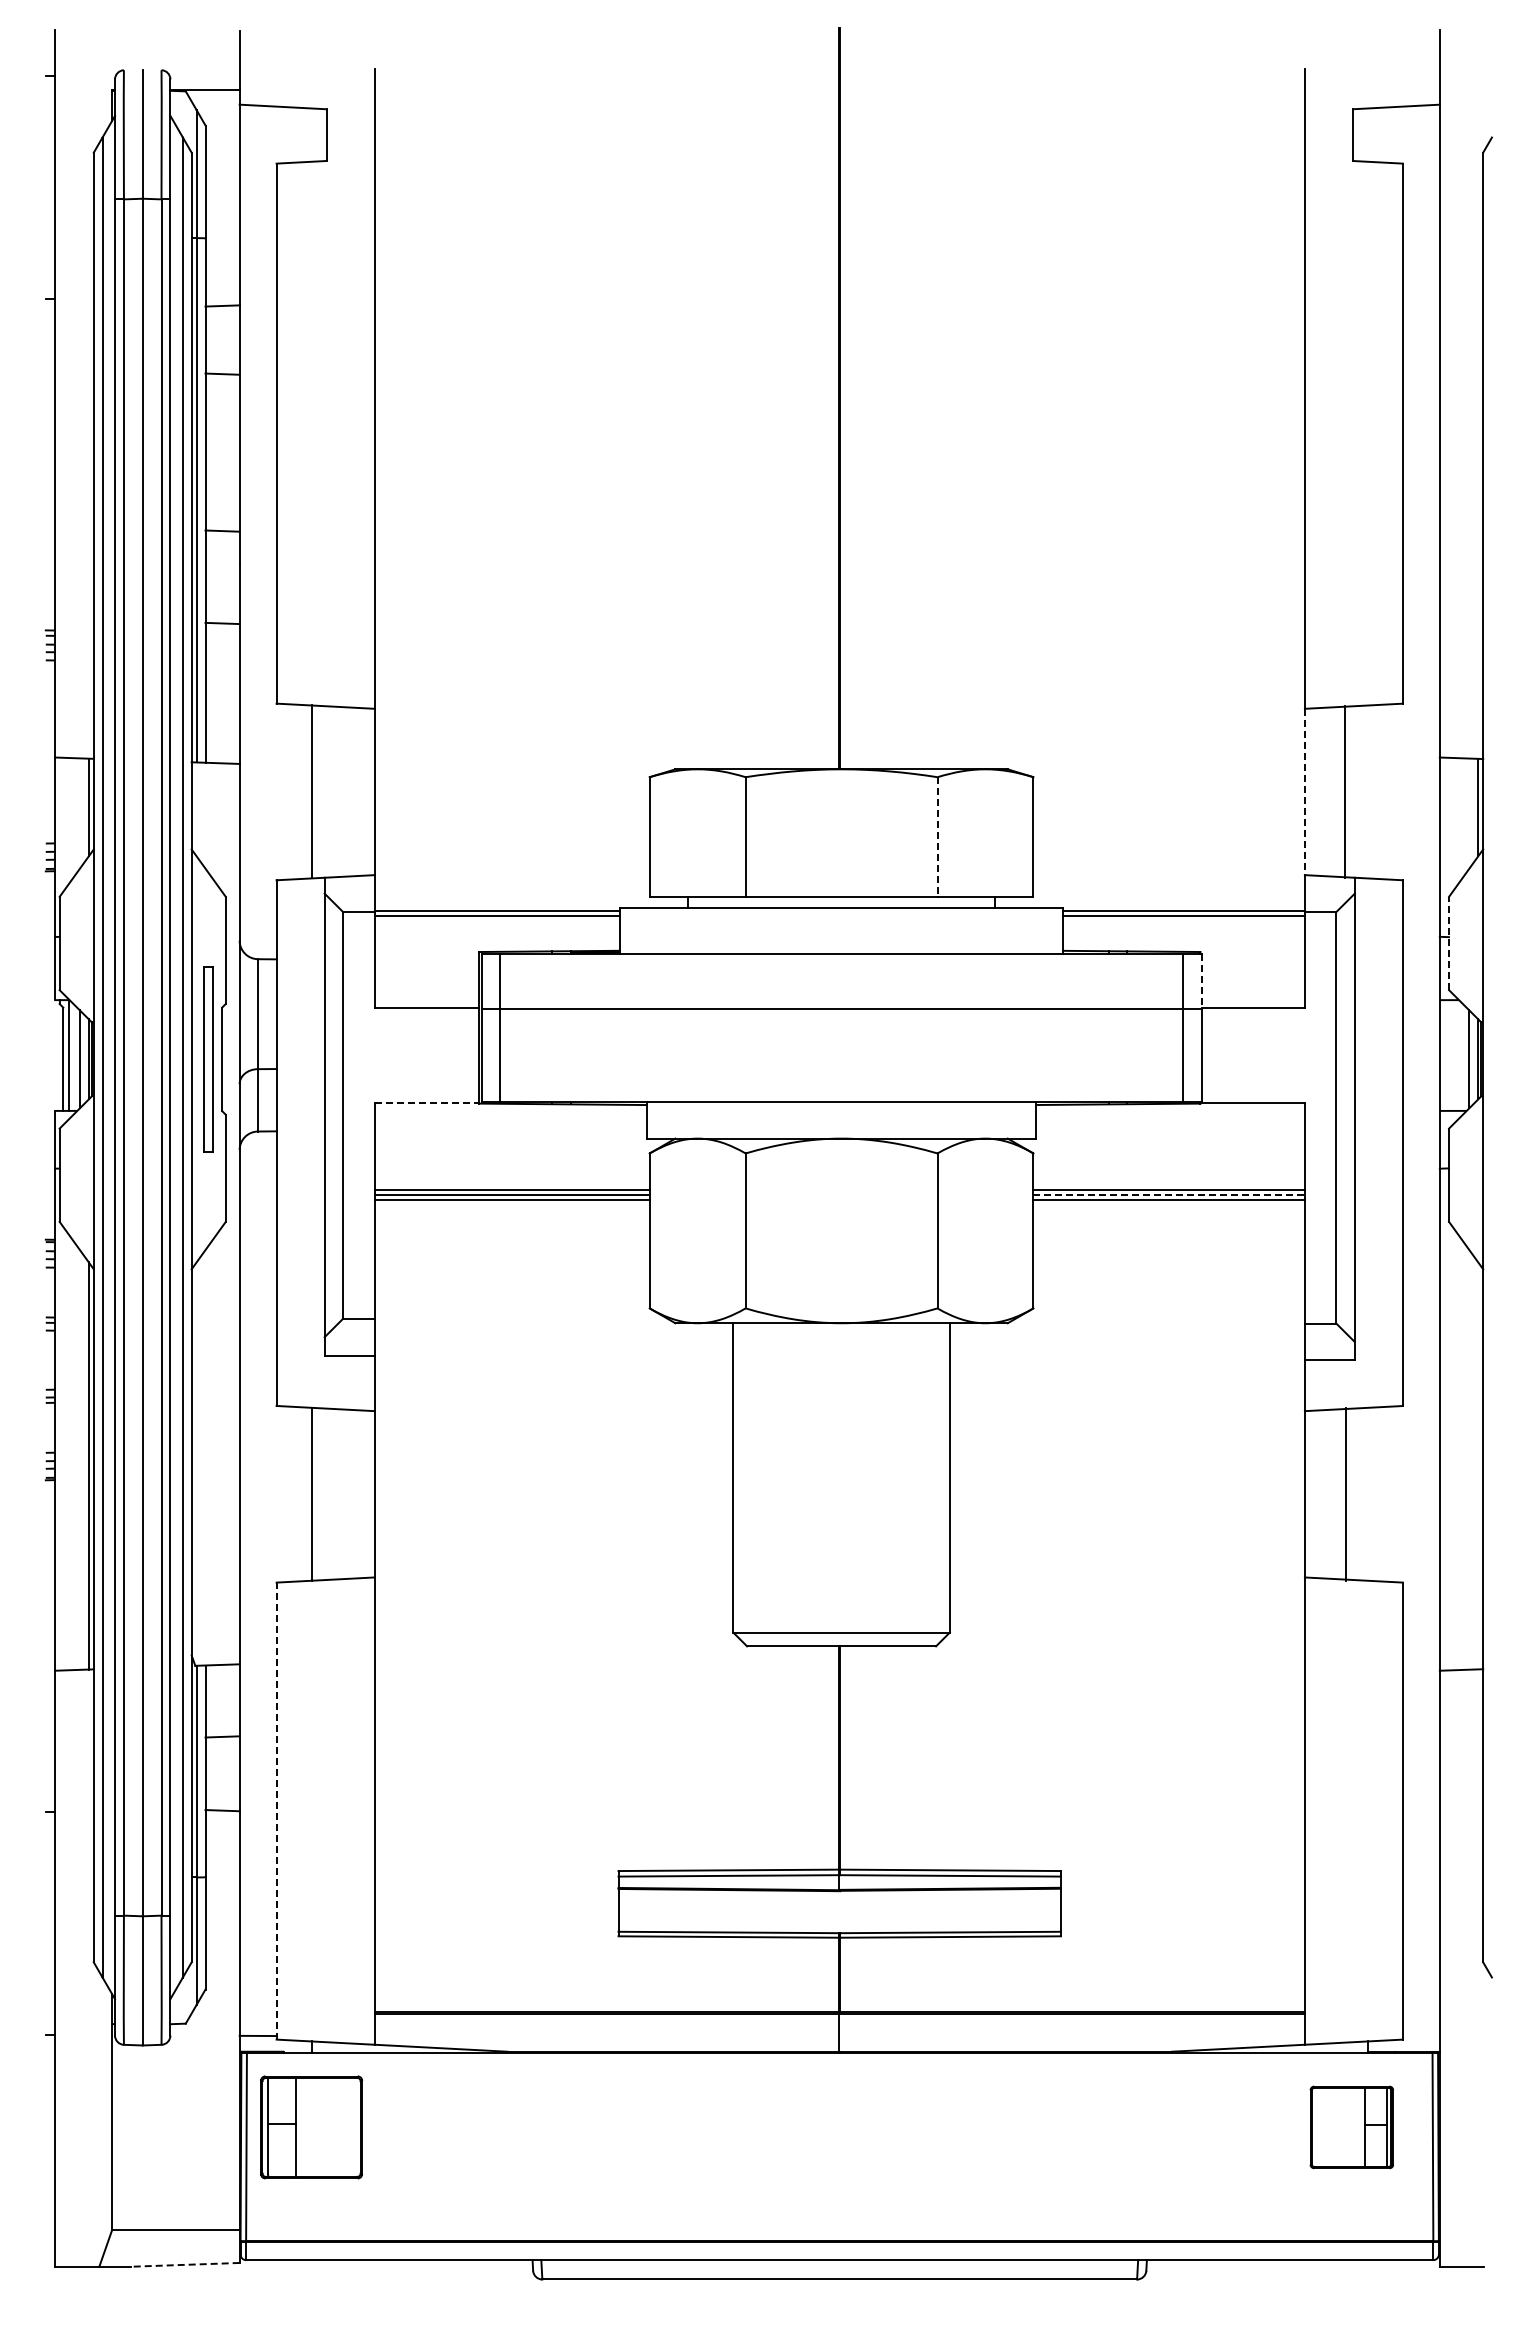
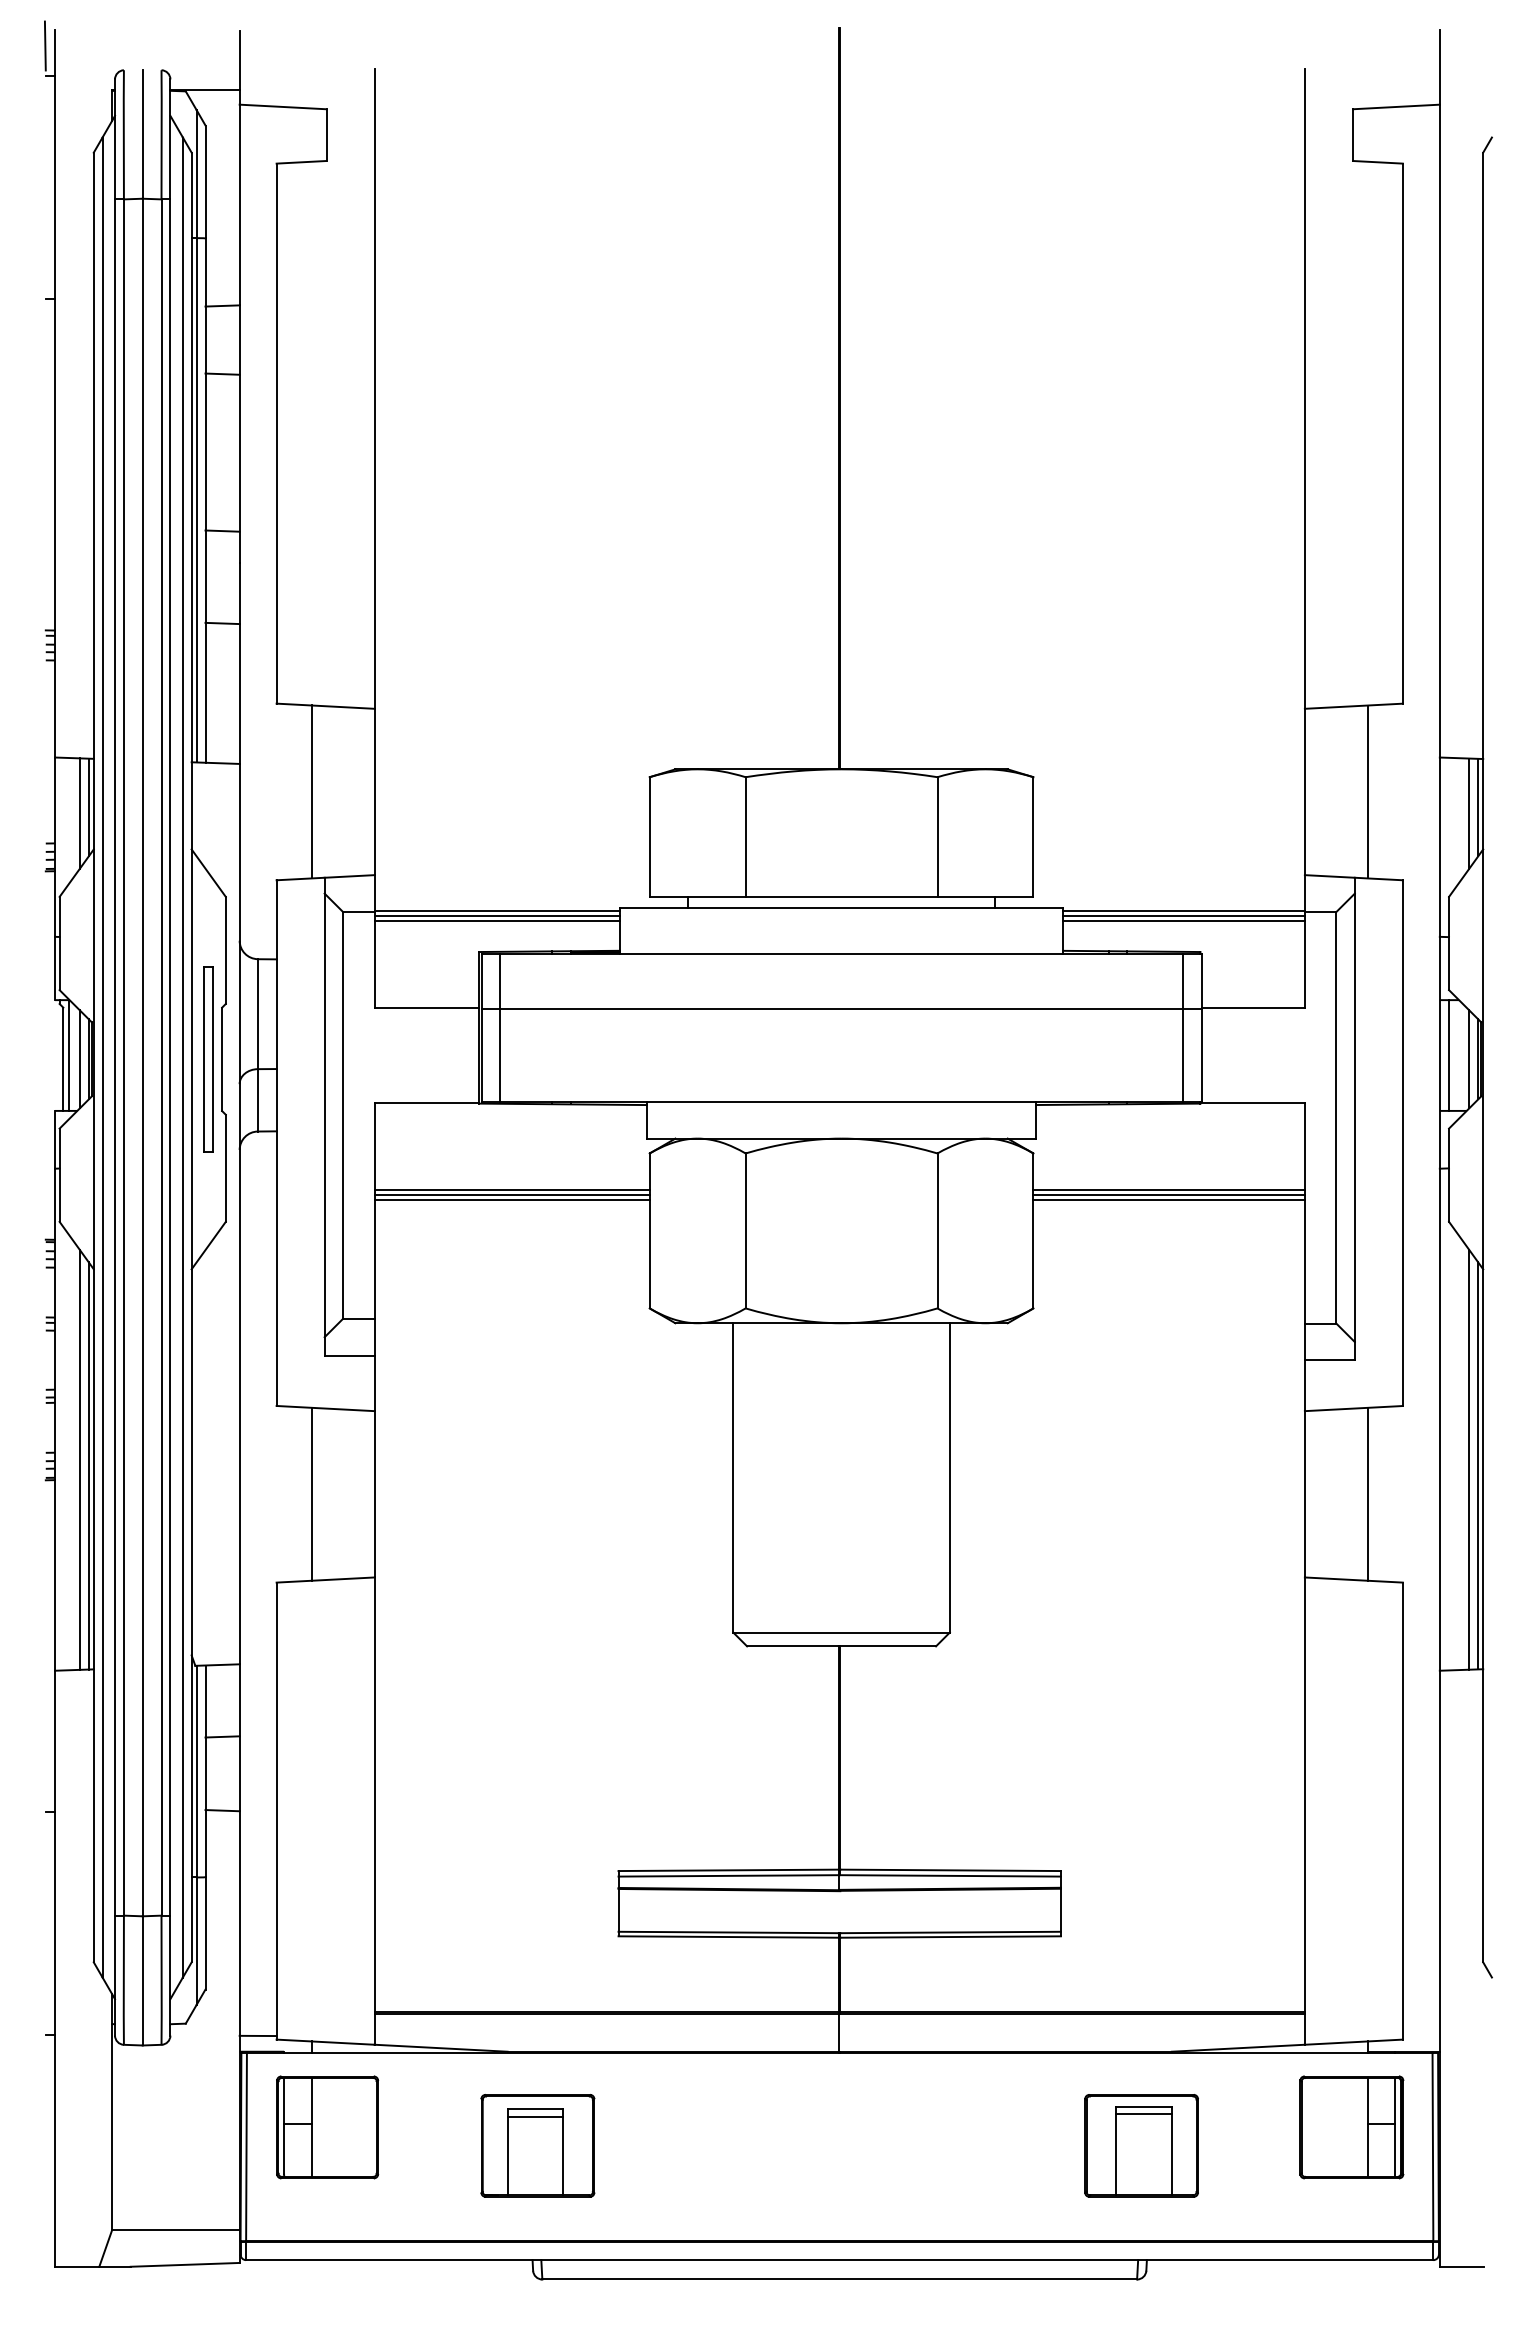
line at (44, 45): none -> present
line at (1344, 791) position: (1344, 791) -> (1367, 791)
line at (1304, 792): dashed -> solid
line at (79, 813): none -> present
line at (1469, 813): none -> present
line at (937, 836): dashed -> solid
line at (497, 920): none -> present
line at (1183, 920): none -> present
line at (1449, 943): dashed -> solid
line at (1201, 981): dashed -> solid
line at (1449, 1055): none -> present
line at (427, 1102): dashed -> solid
line at (1169, 1195): dashed -> solid
line at (79, 1459): none -> present
line at (1469, 1459): none -> present
line at (1478, 1465): none -> present
line at (1345, 1493) position: (1345, 1493) -> (1367, 1493)
line at (276, 1811): dashed -> solid
part at (311, 2127) position: (311, 2127) -> (327, 2127)
part at (1351, 2127) size: 85x85 px -> 106x105 px
part at (537, 2145): none -> present
part at (1141, 2145): none -> present
line at (185, 2264): dashed -> solid
